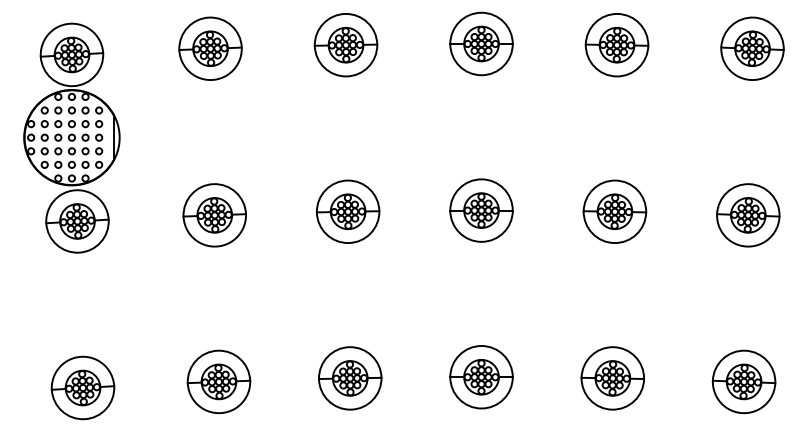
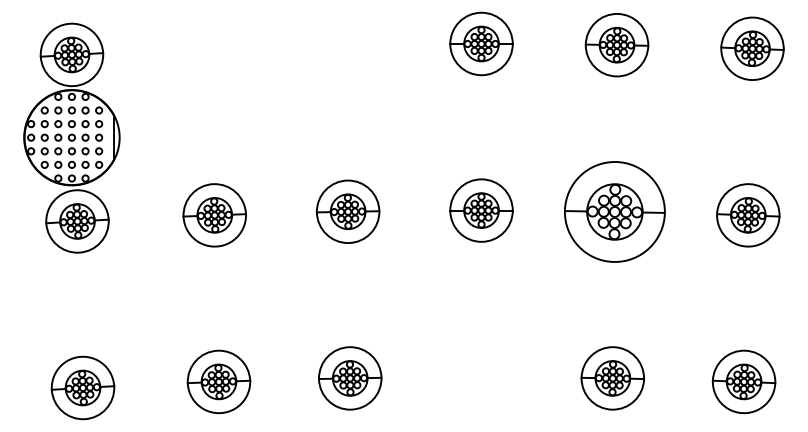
part at (345, 45): present -> none
part at (210, 48): present -> none
part at (614, 211) size: 66x65 px -> 102x102 px
part at (481, 377): present -> none
